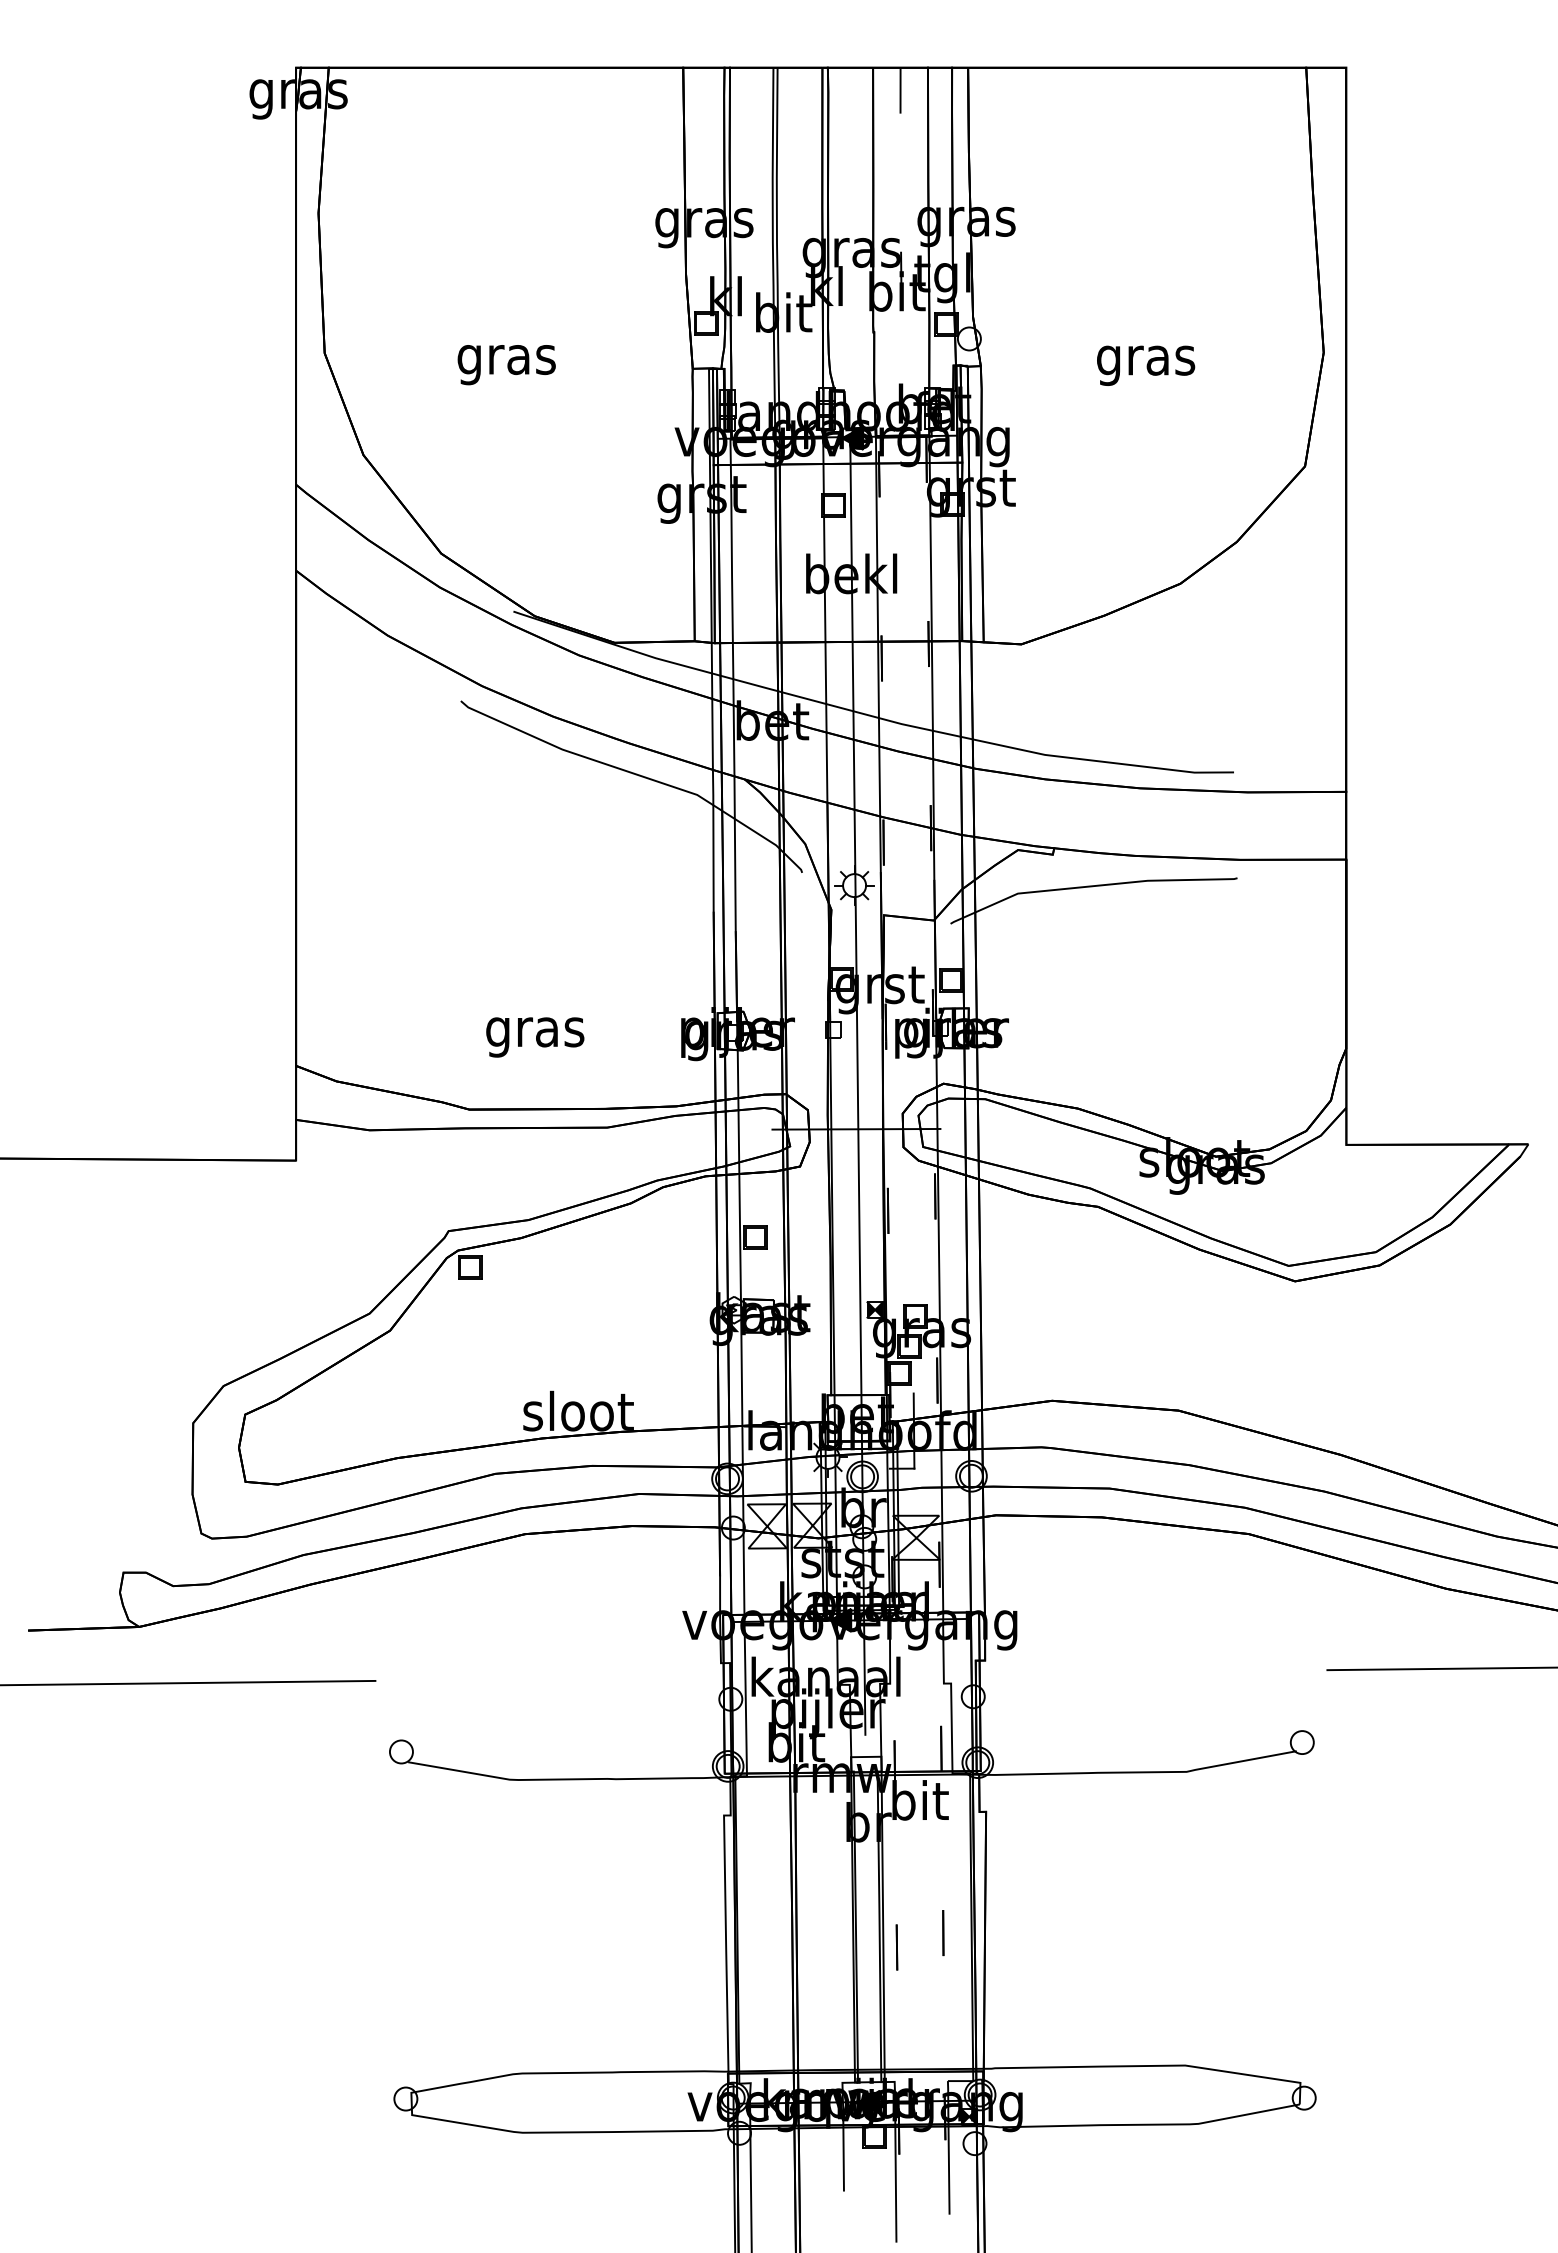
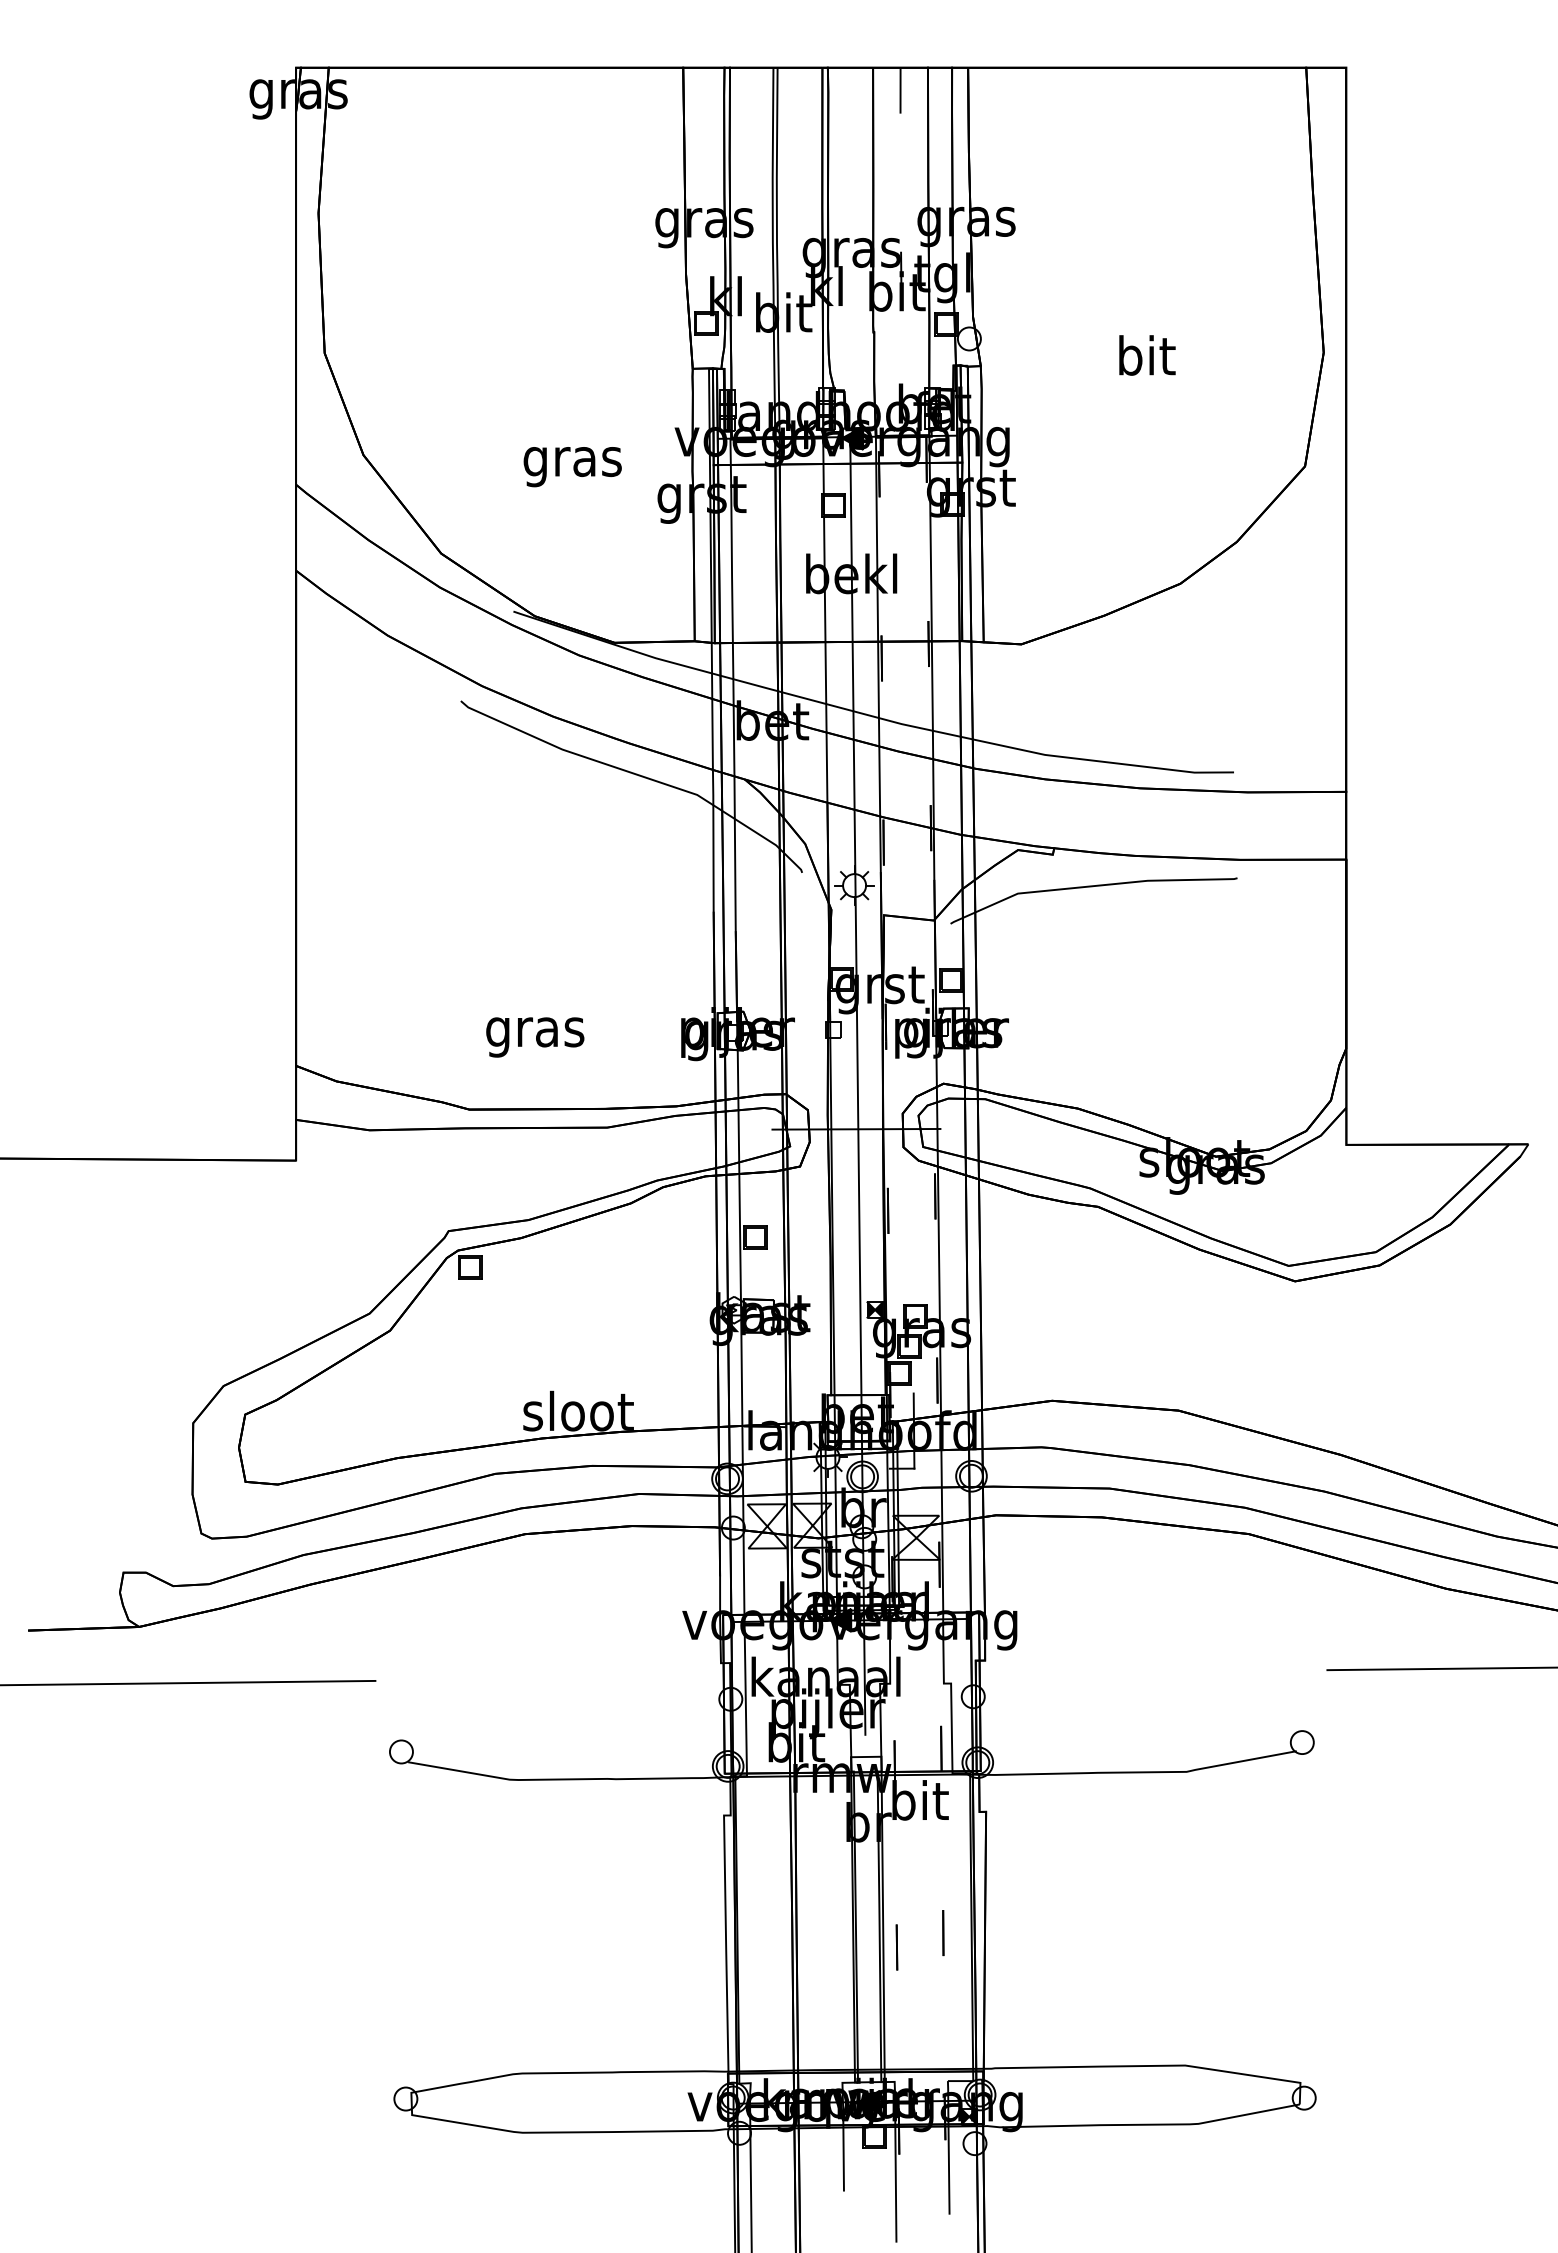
text at (1146, 360): gras -> bit
text at (506, 365) position: (506, 365) -> (572, 467)
